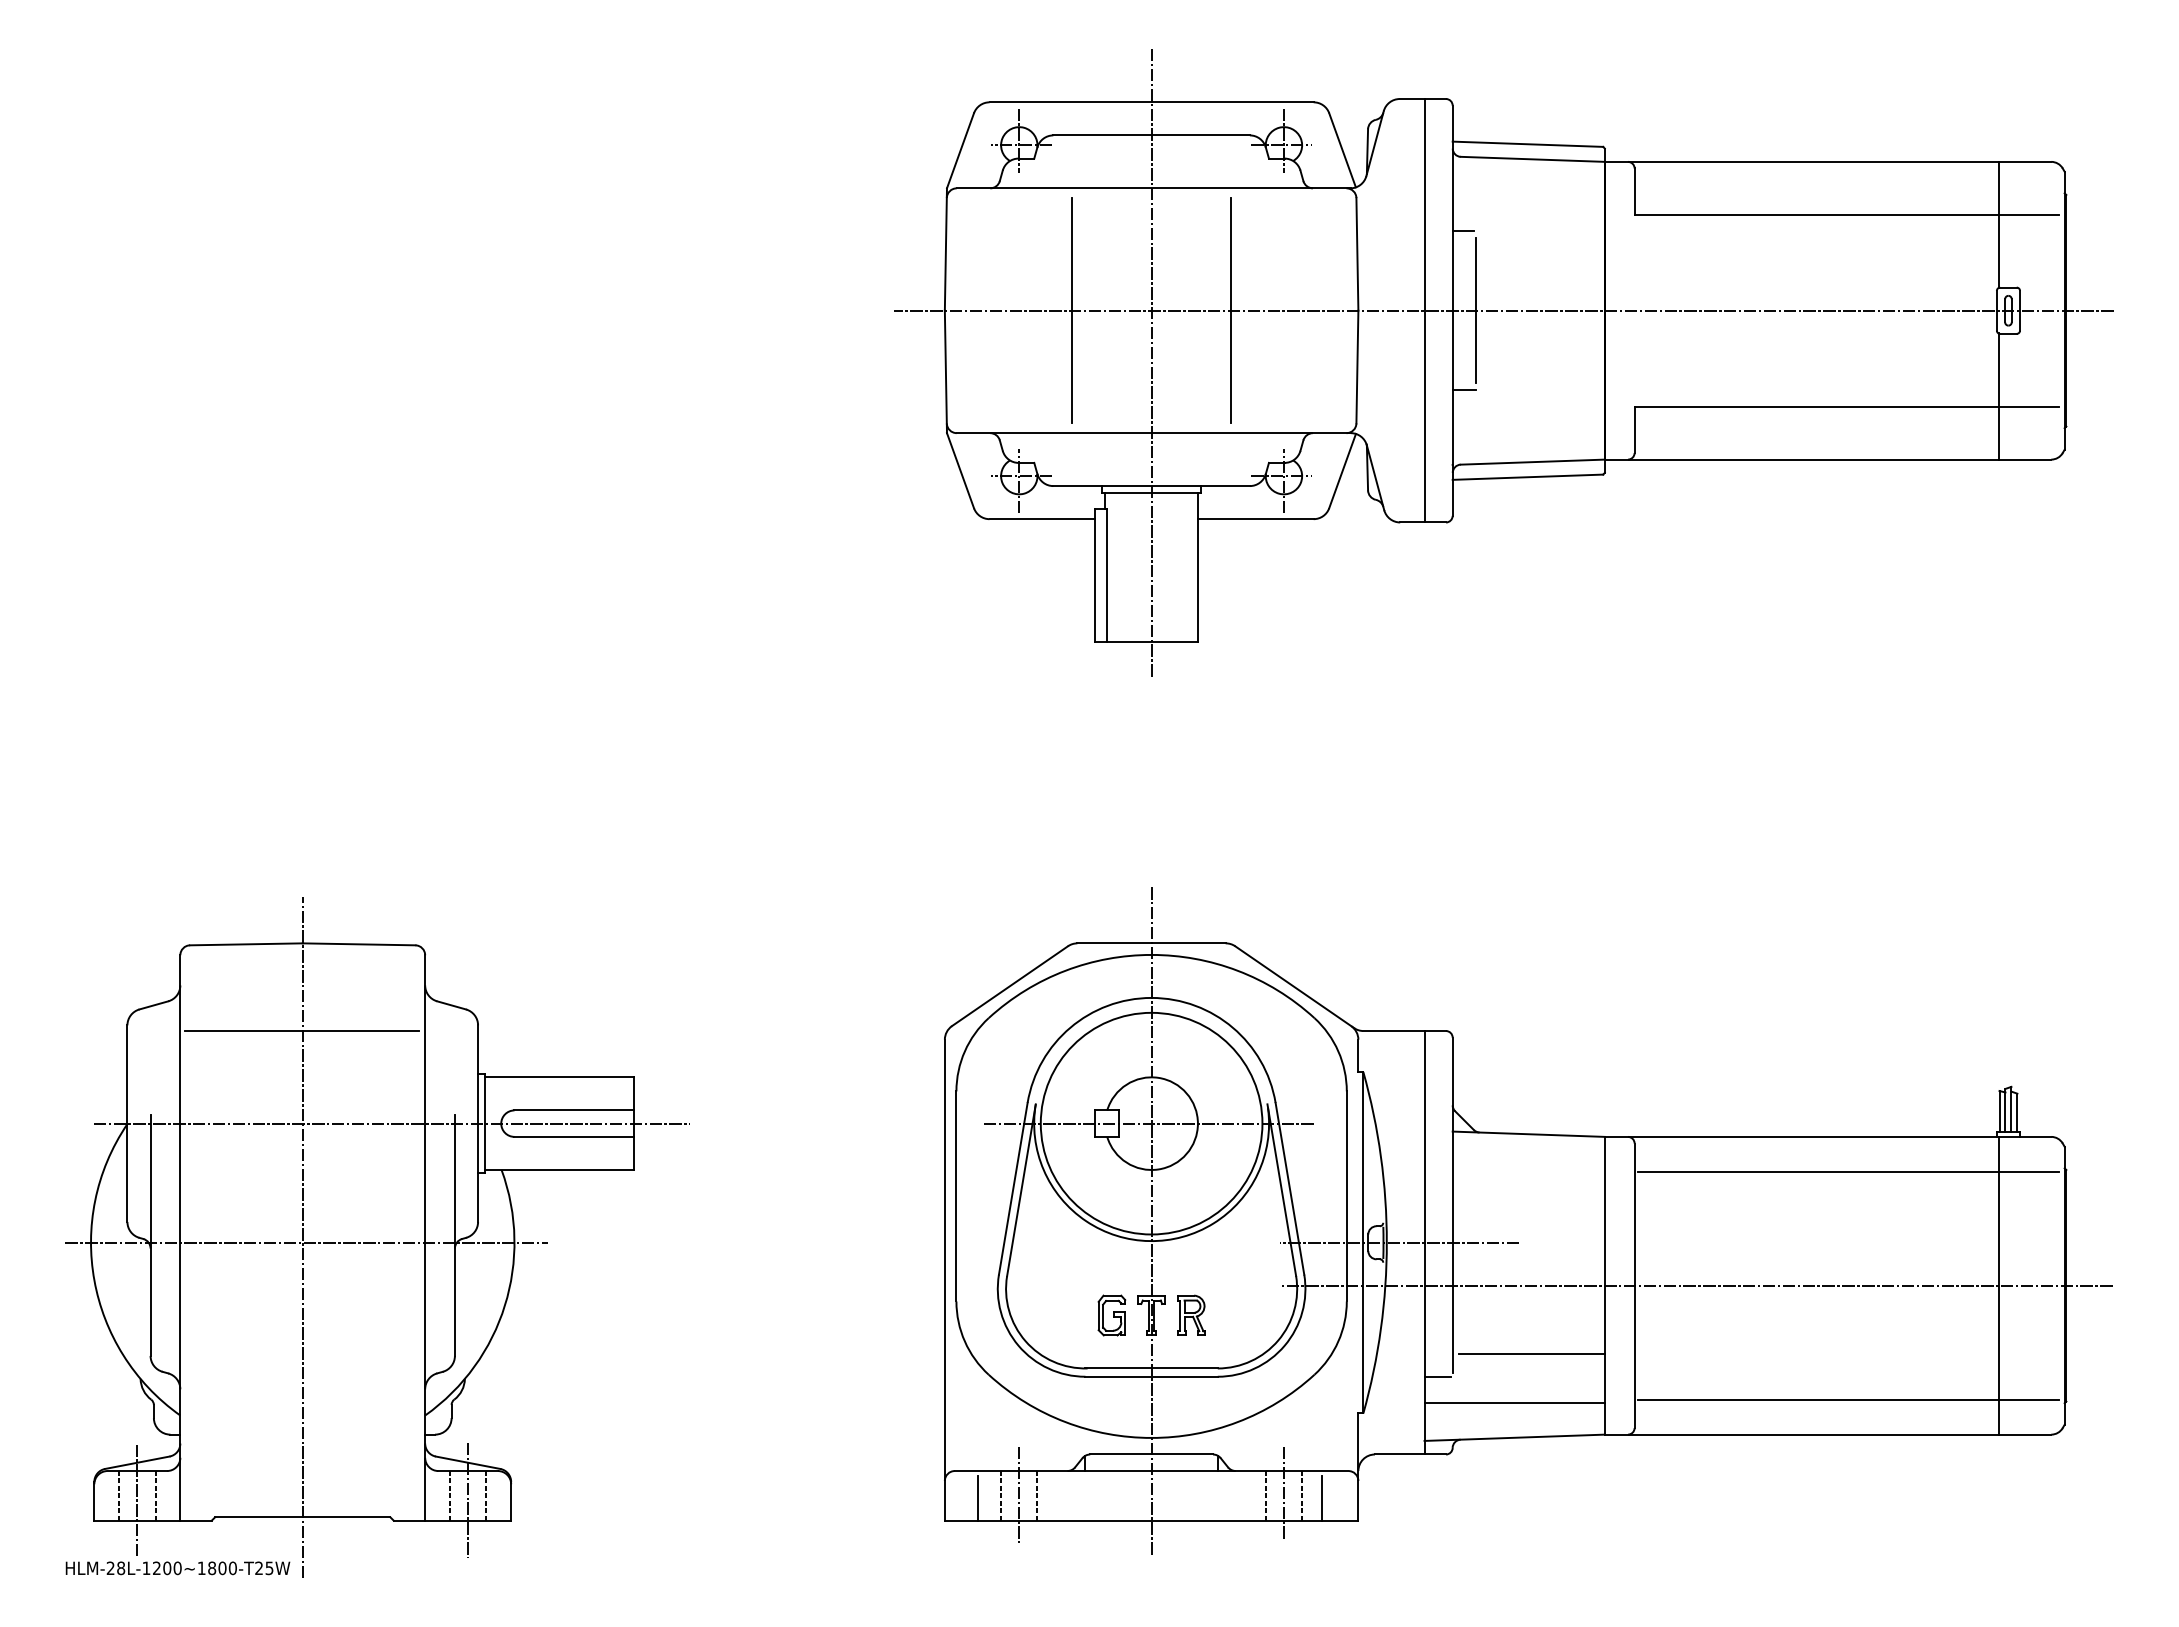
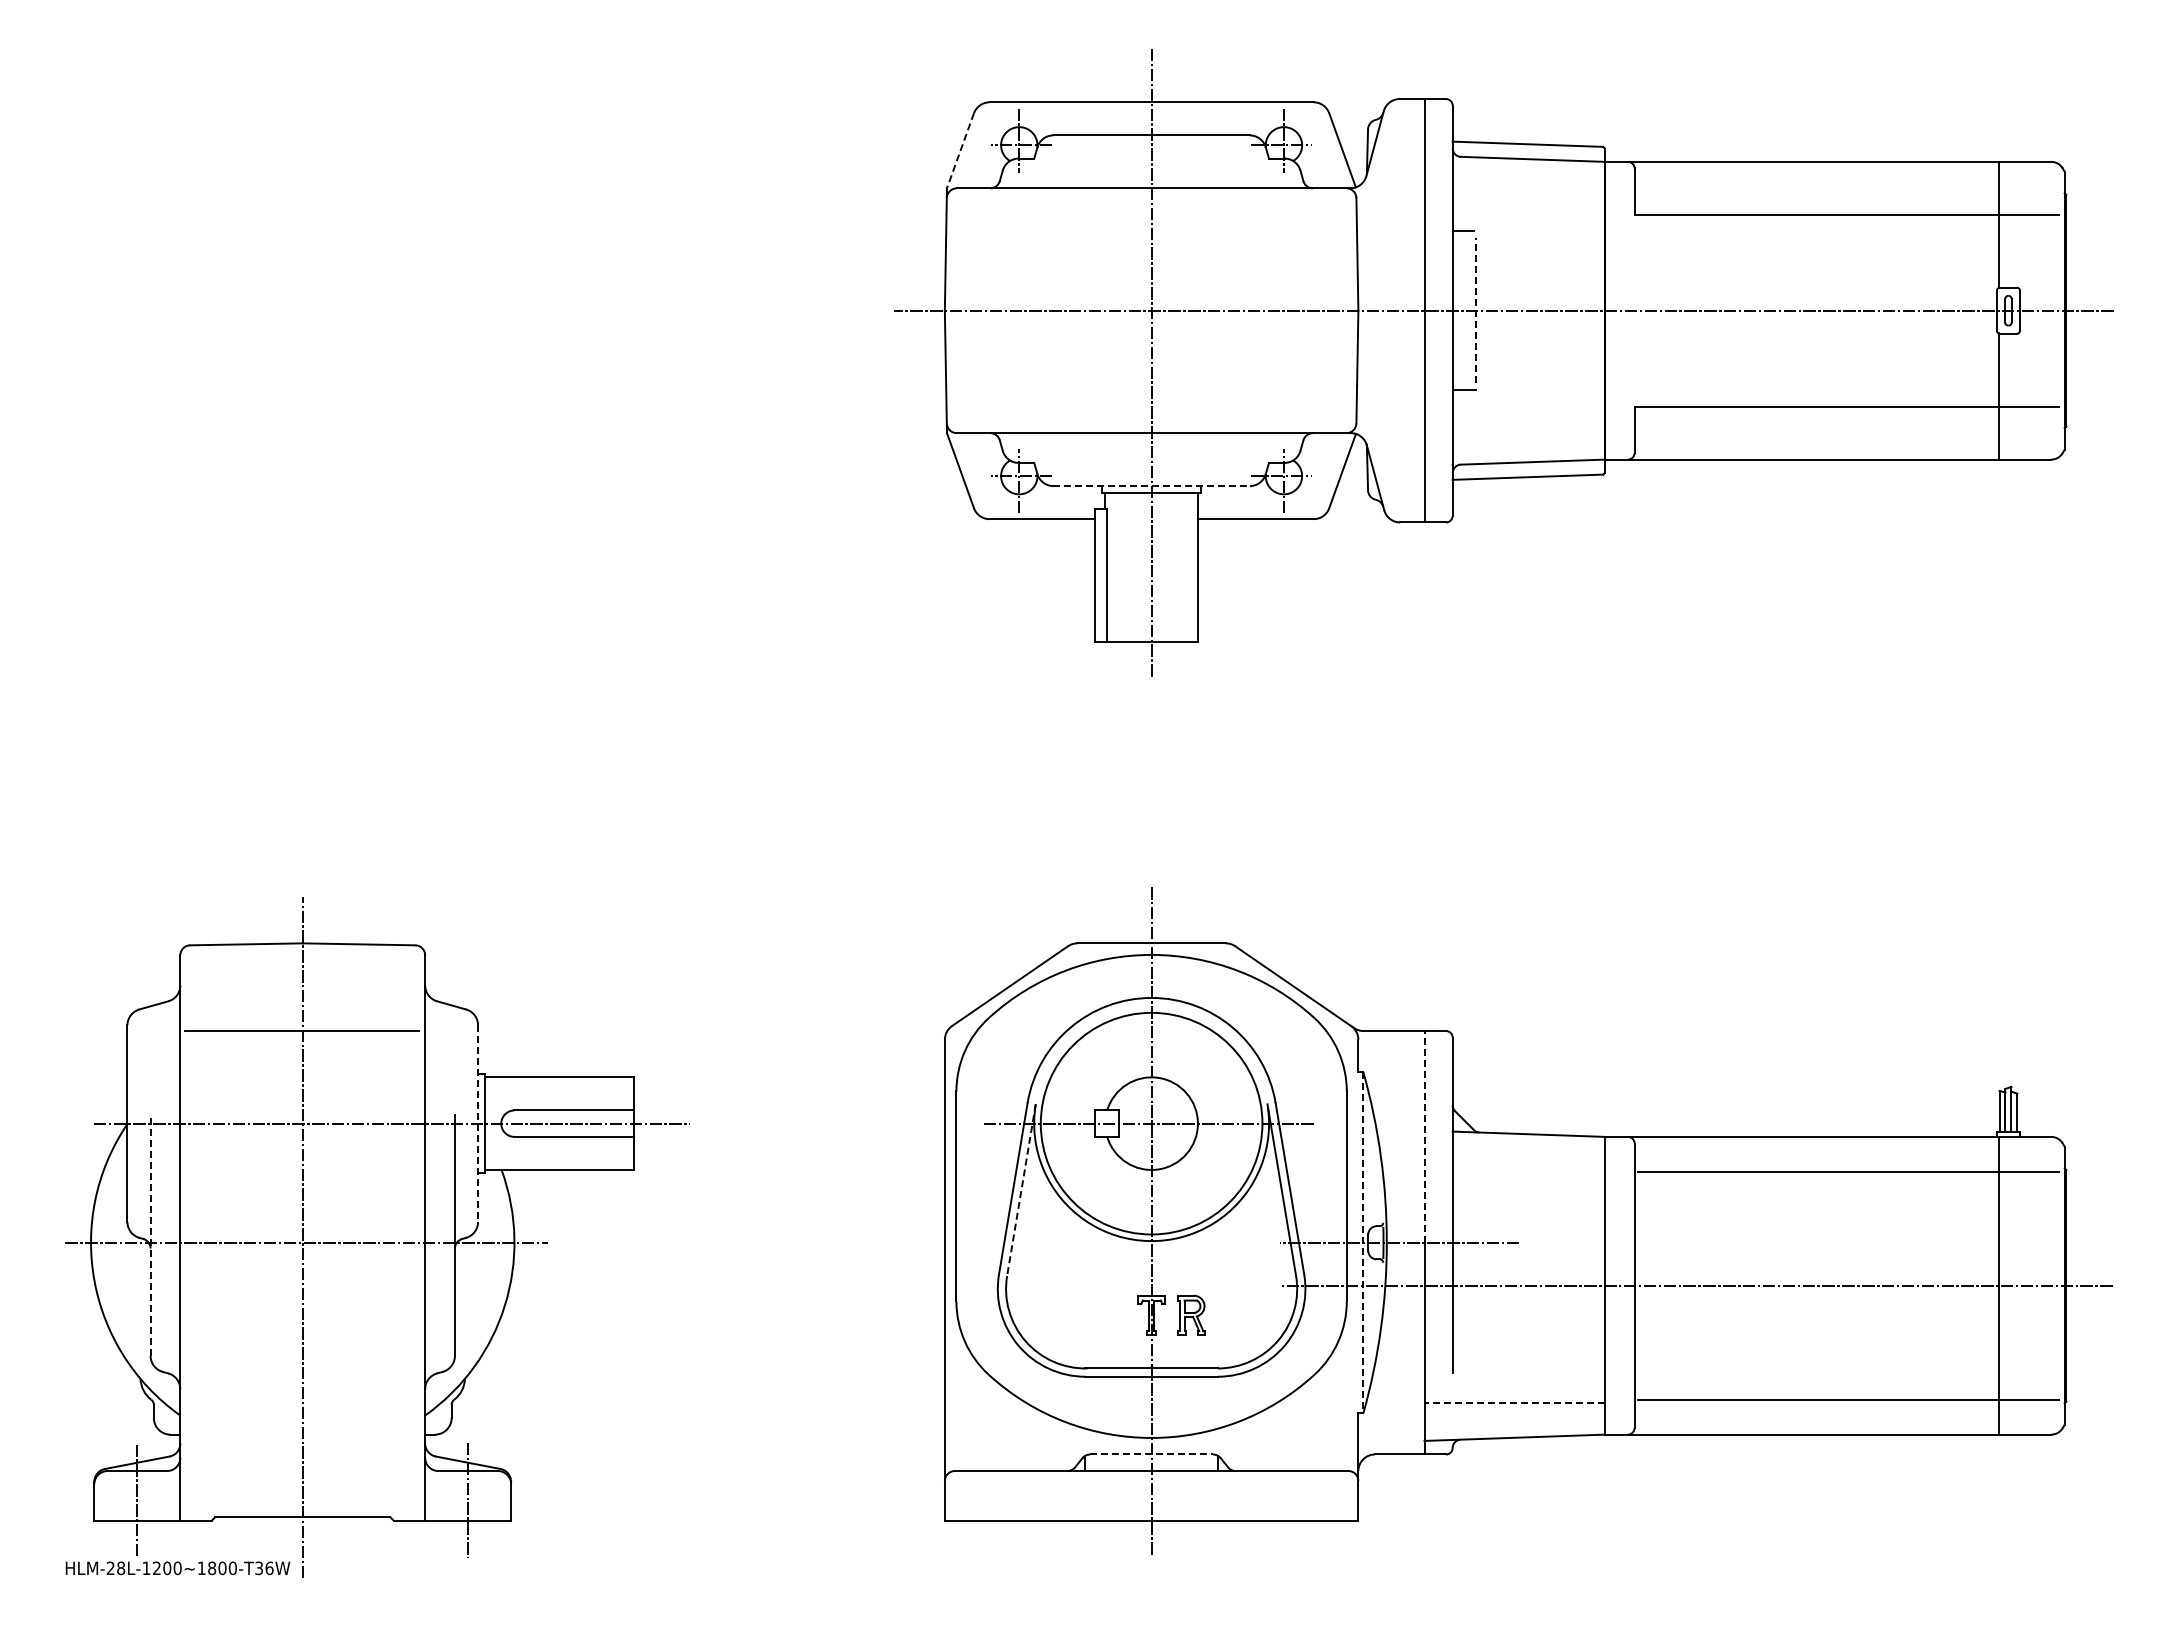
line at (960, 150): solid -> dashed
line at (1072, 310): present -> none
line at (1231, 310): present -> none
line at (1476, 310): solid -> dashed
line at (1152, 486): solid -> dashed
line at (478, 1124): solid -> dashed
line at (1424, 1136): solid -> dashed
line at (1021, 1190): solid -> dashed
line at (150, 1235): solid -> dashed
line at (1363, 1242): solid -> dashed
part at (1111, 1315): present -> none
line at (1531, 1353): present -> none
line at (1437, 1376): present -> none
line at (1514, 1403): solid -> dashed
line at (1152, 1454): solid -> dashed
line at (1283, 1492): present -> none
line at (1019, 1494): present -> none
line at (119, 1495): present -> none
line at (155, 1495): present -> none
line at (449, 1495): present -> none
line at (486, 1495): present -> none
line at (1001, 1495): present -> none
line at (1037, 1495): present -> none
line at (1265, 1495): present -> none
line at (1302, 1495): present -> none
line at (977, 1498): present -> none
line at (1321, 1498): present -> none
text at (264, 1568): HLM-28L-1200~1800-T25W -> HLM-28L-1200~1800-T36W
